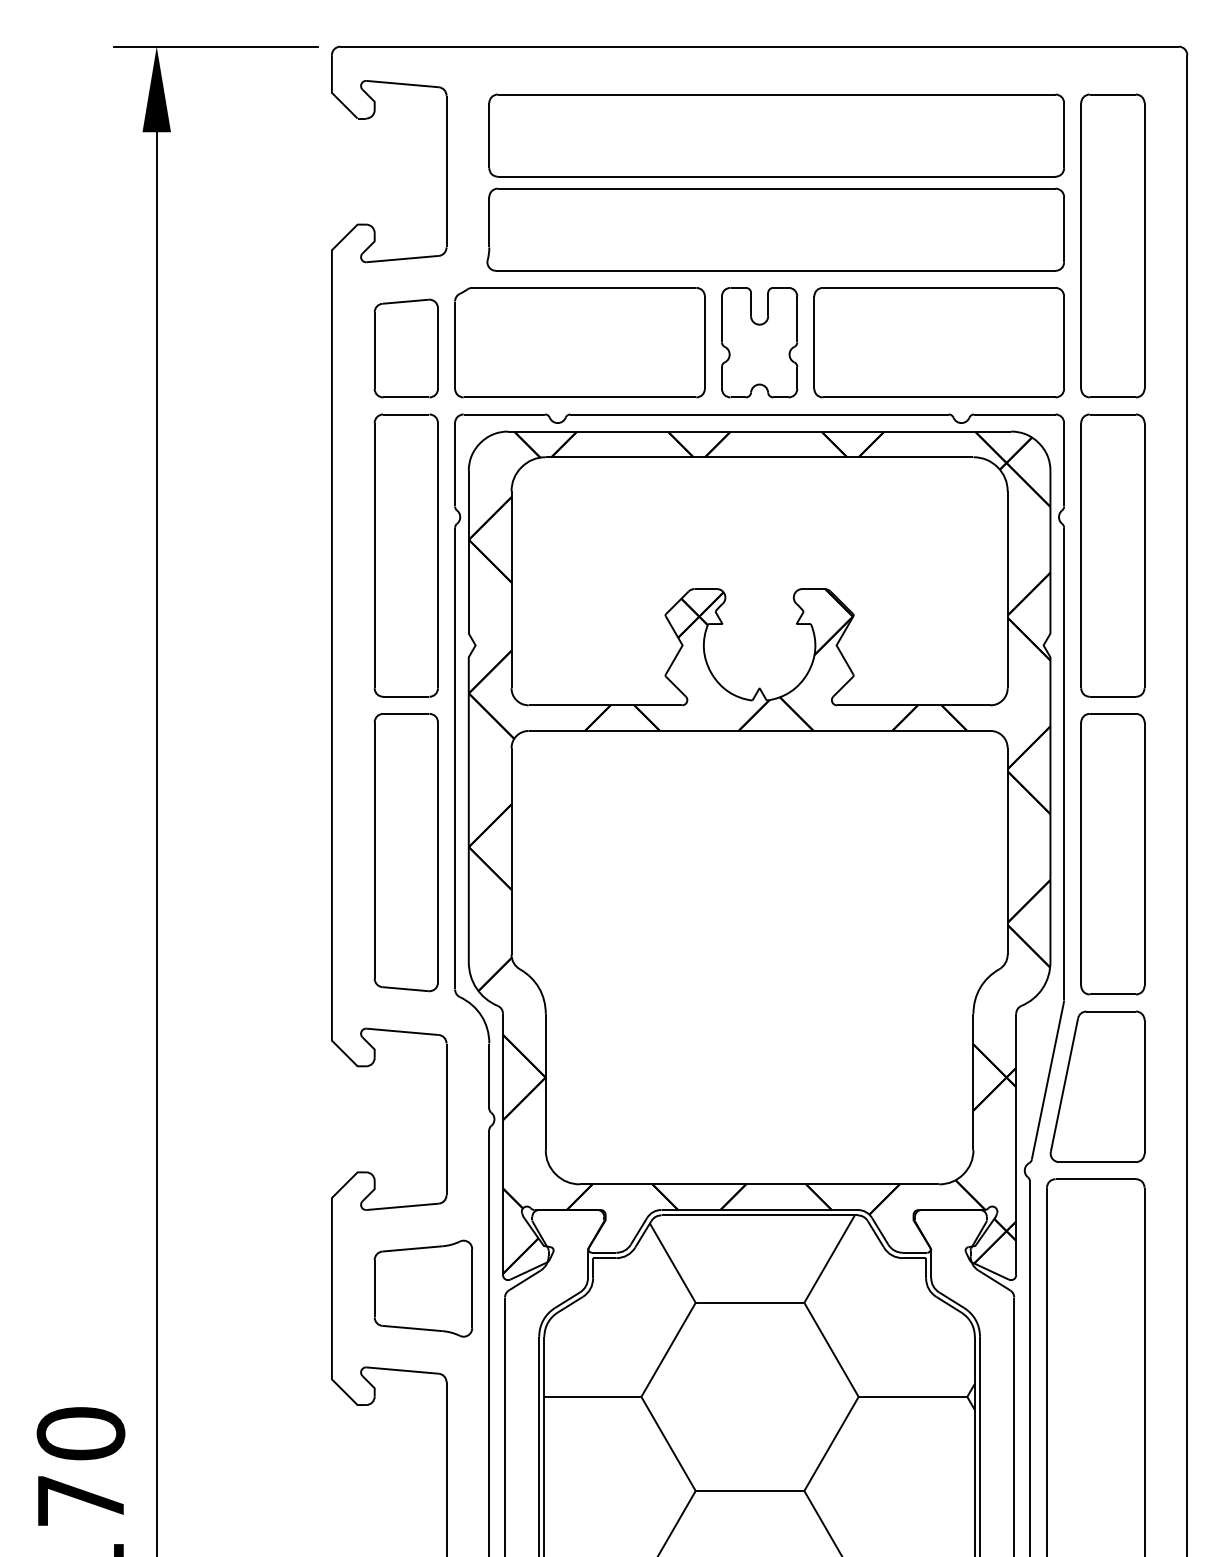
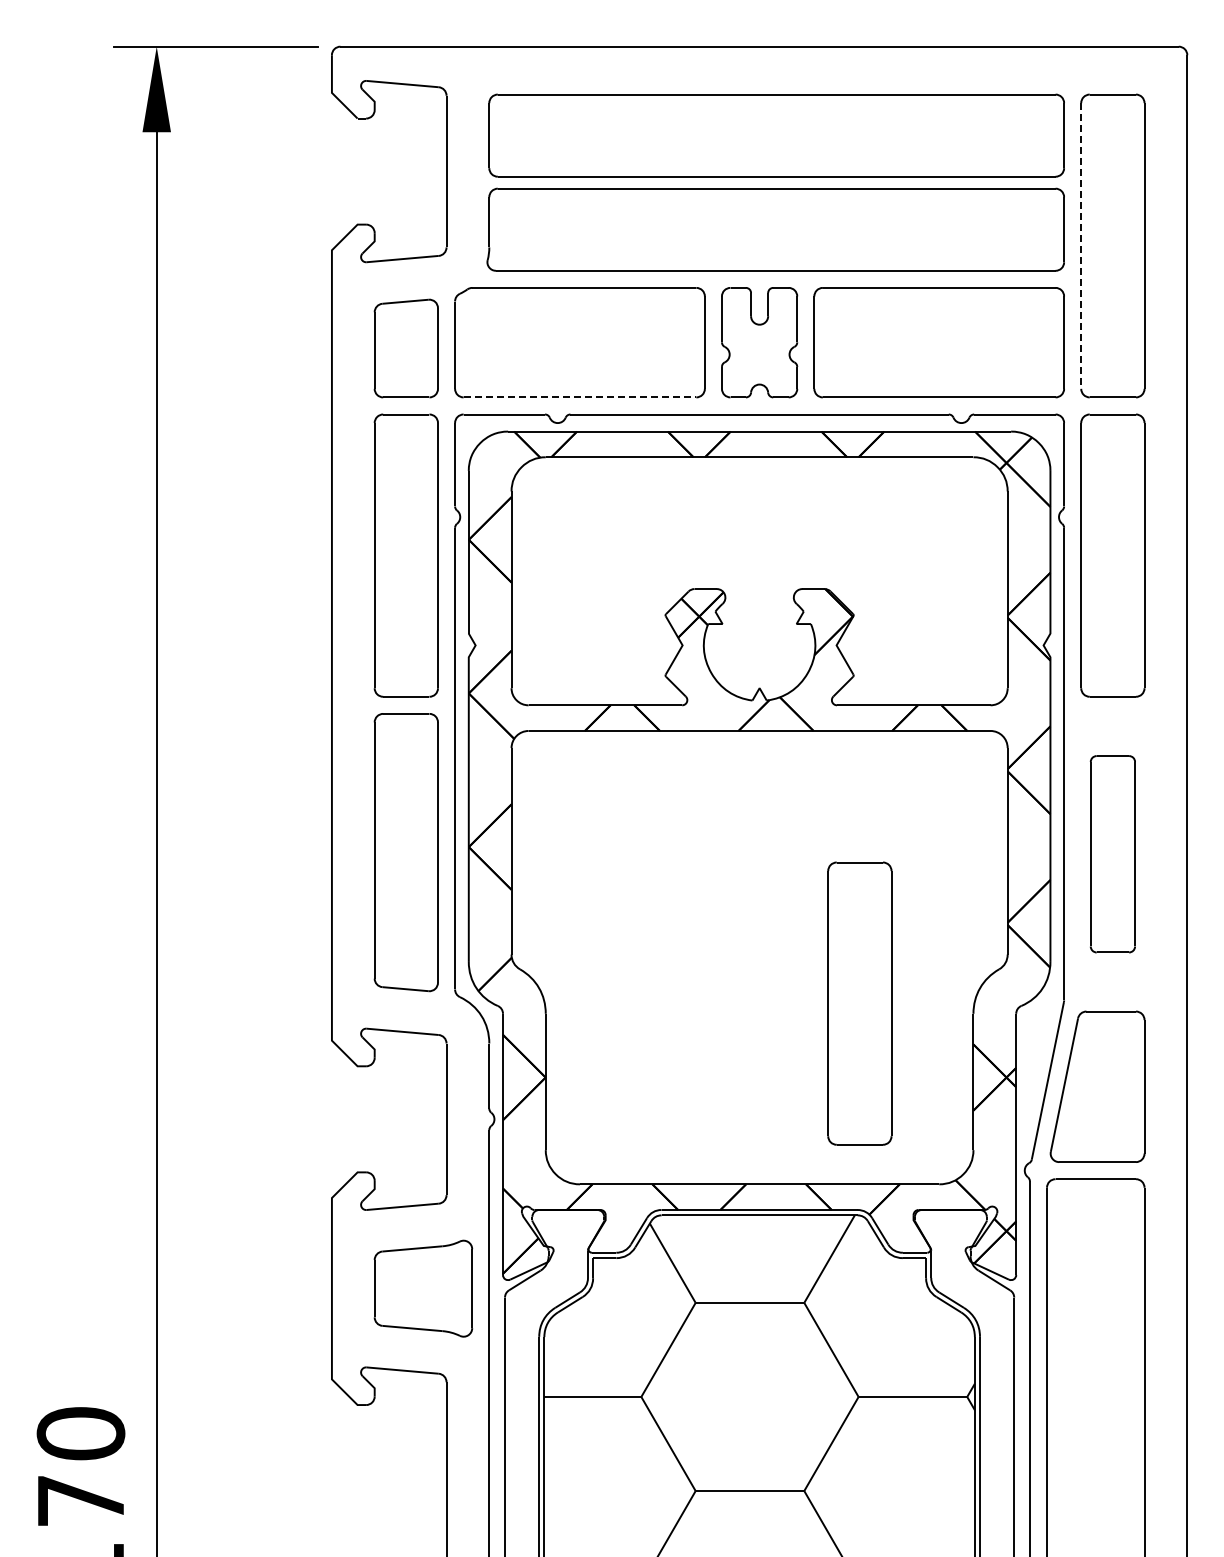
line at (1081, 246): solid -> dashed
line at (580, 397): solid -> dashed
part at (1112, 854) size: 66x283 px -> 47x199 px
part at (859, 1003): none -> present
